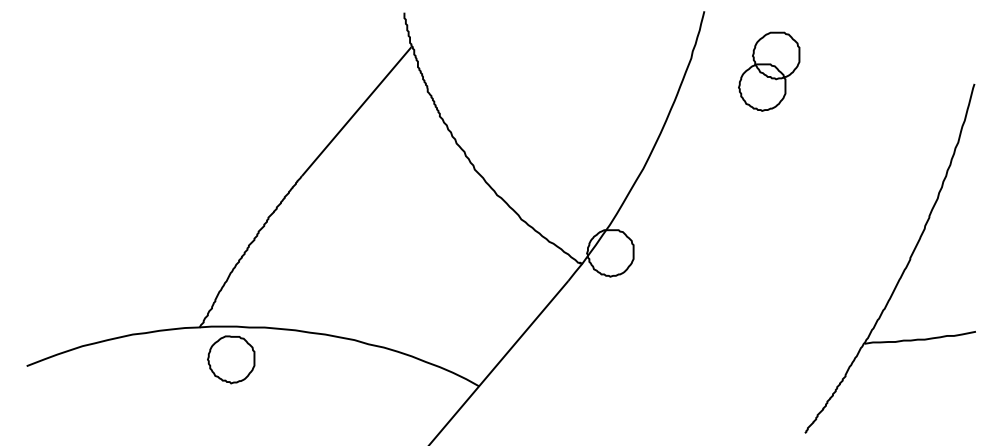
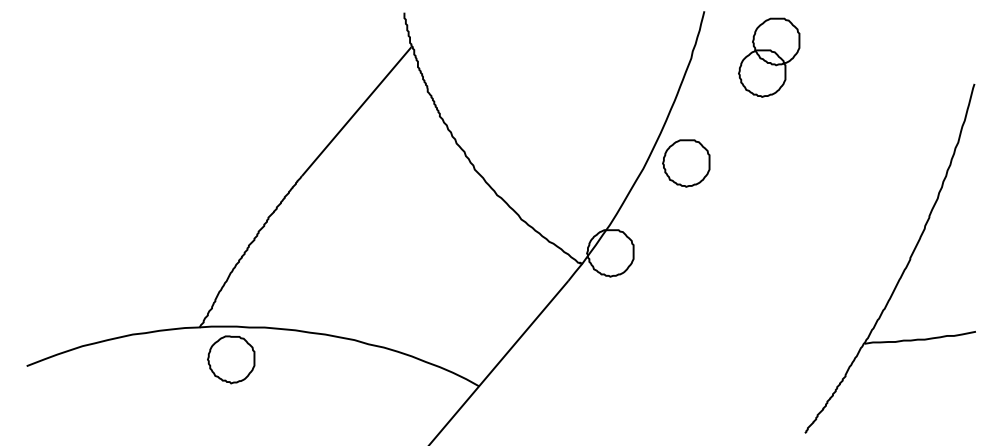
part at (769, 71) position: (769, 71) -> (769, 57)
part at (686, 163): none -> present
